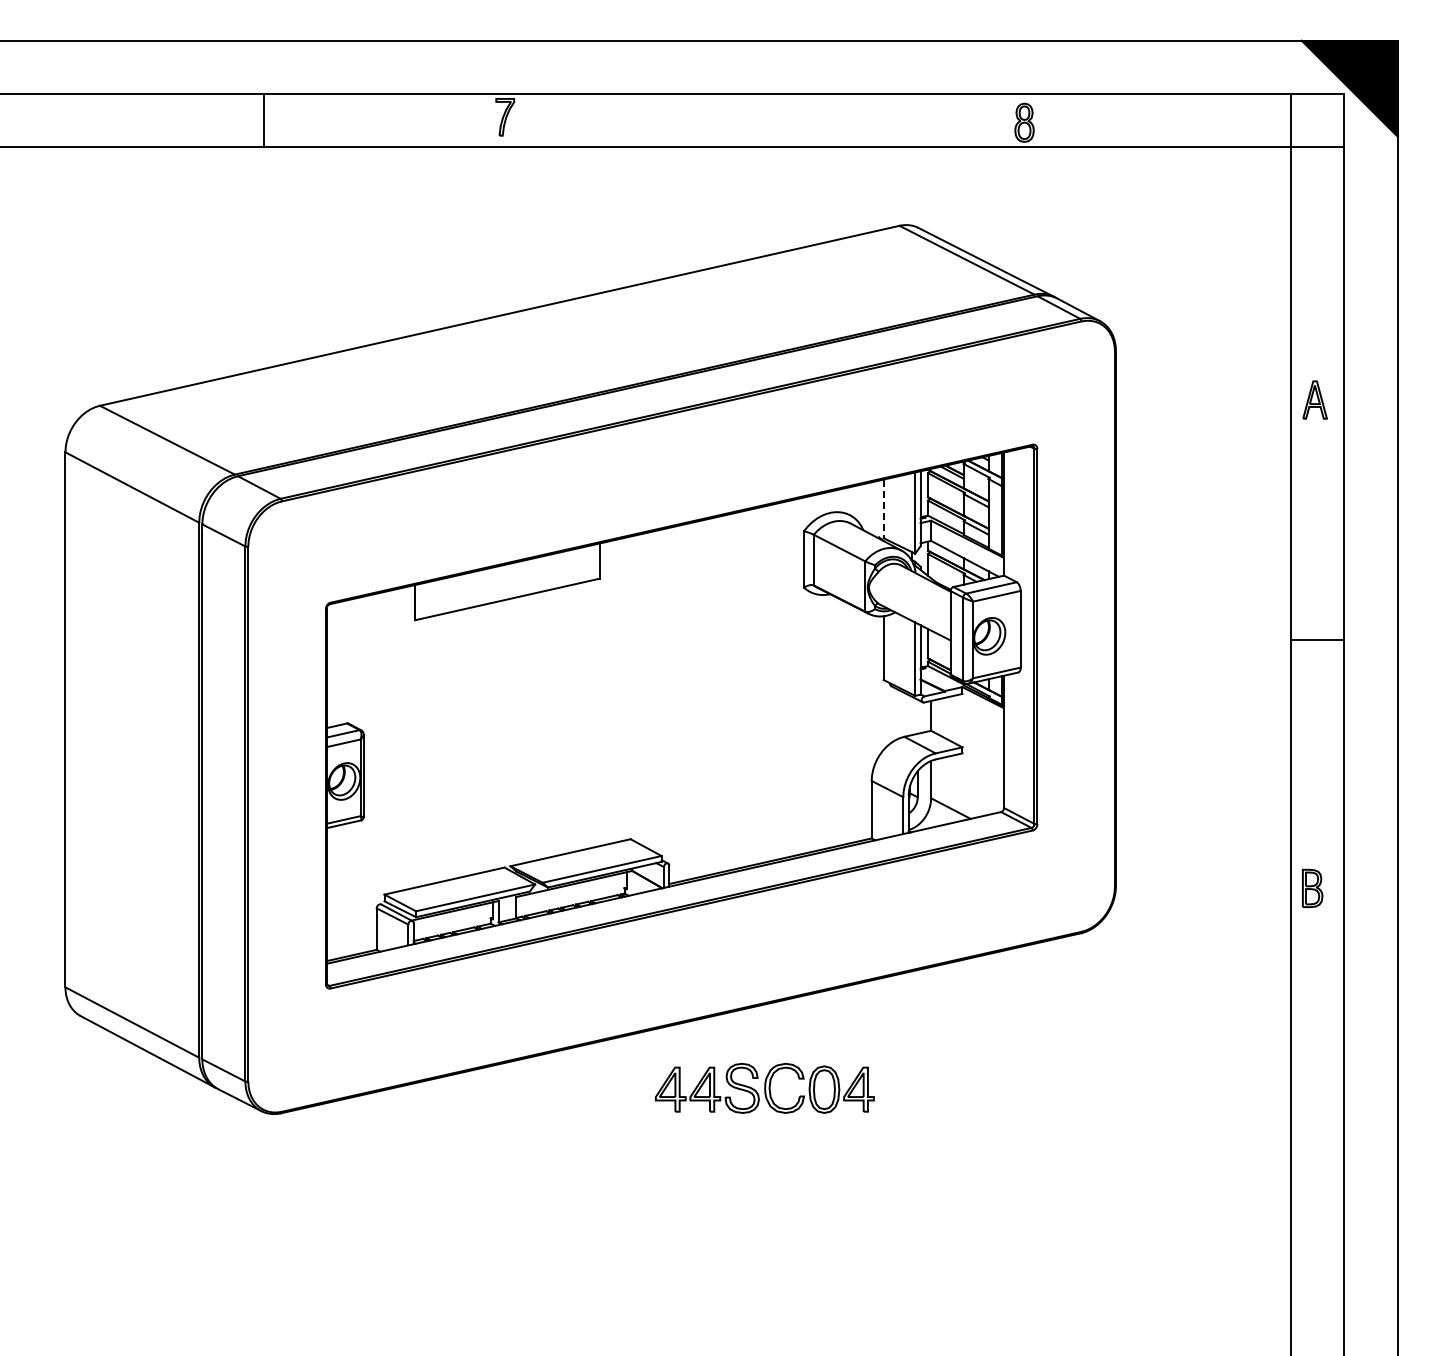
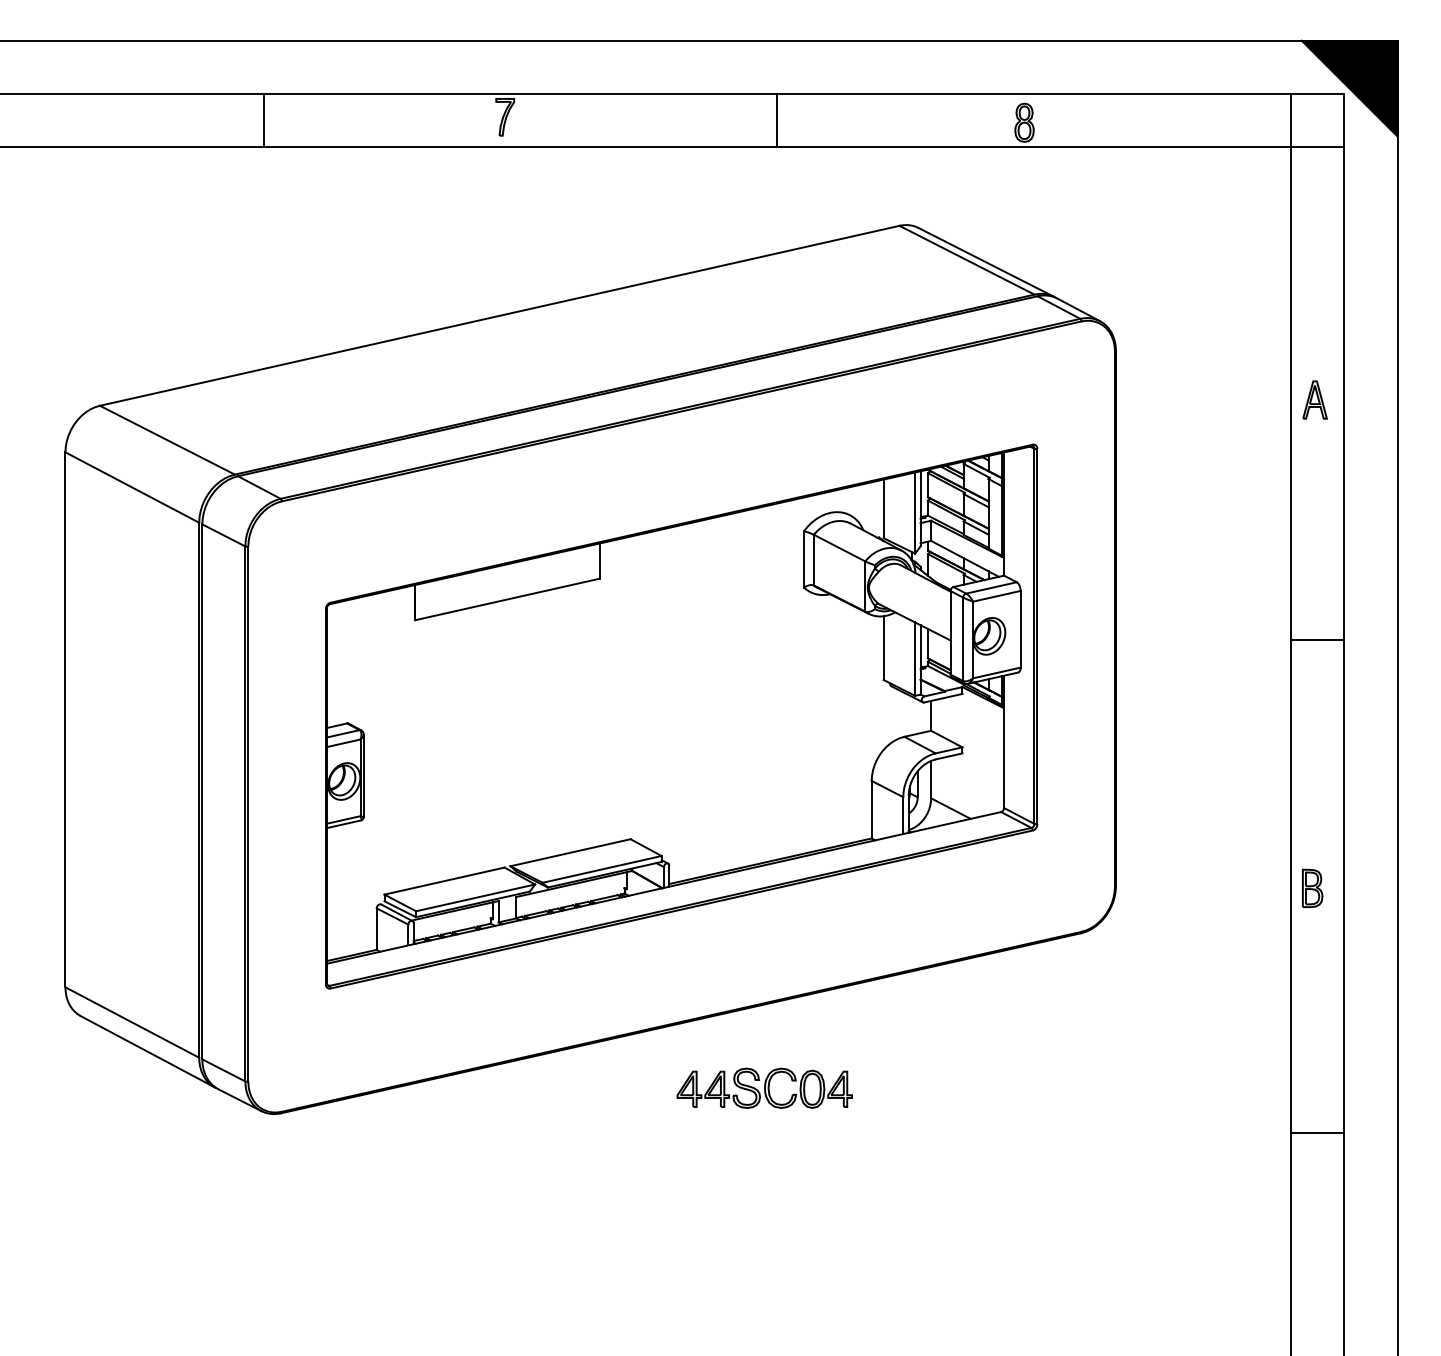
line at (777, 120): none -> present
line at (883, 509): dashed -> solid
part at (764, 1087) size: 220x52 px -> 177x42 px
line at (1317, 1133): none -> present
